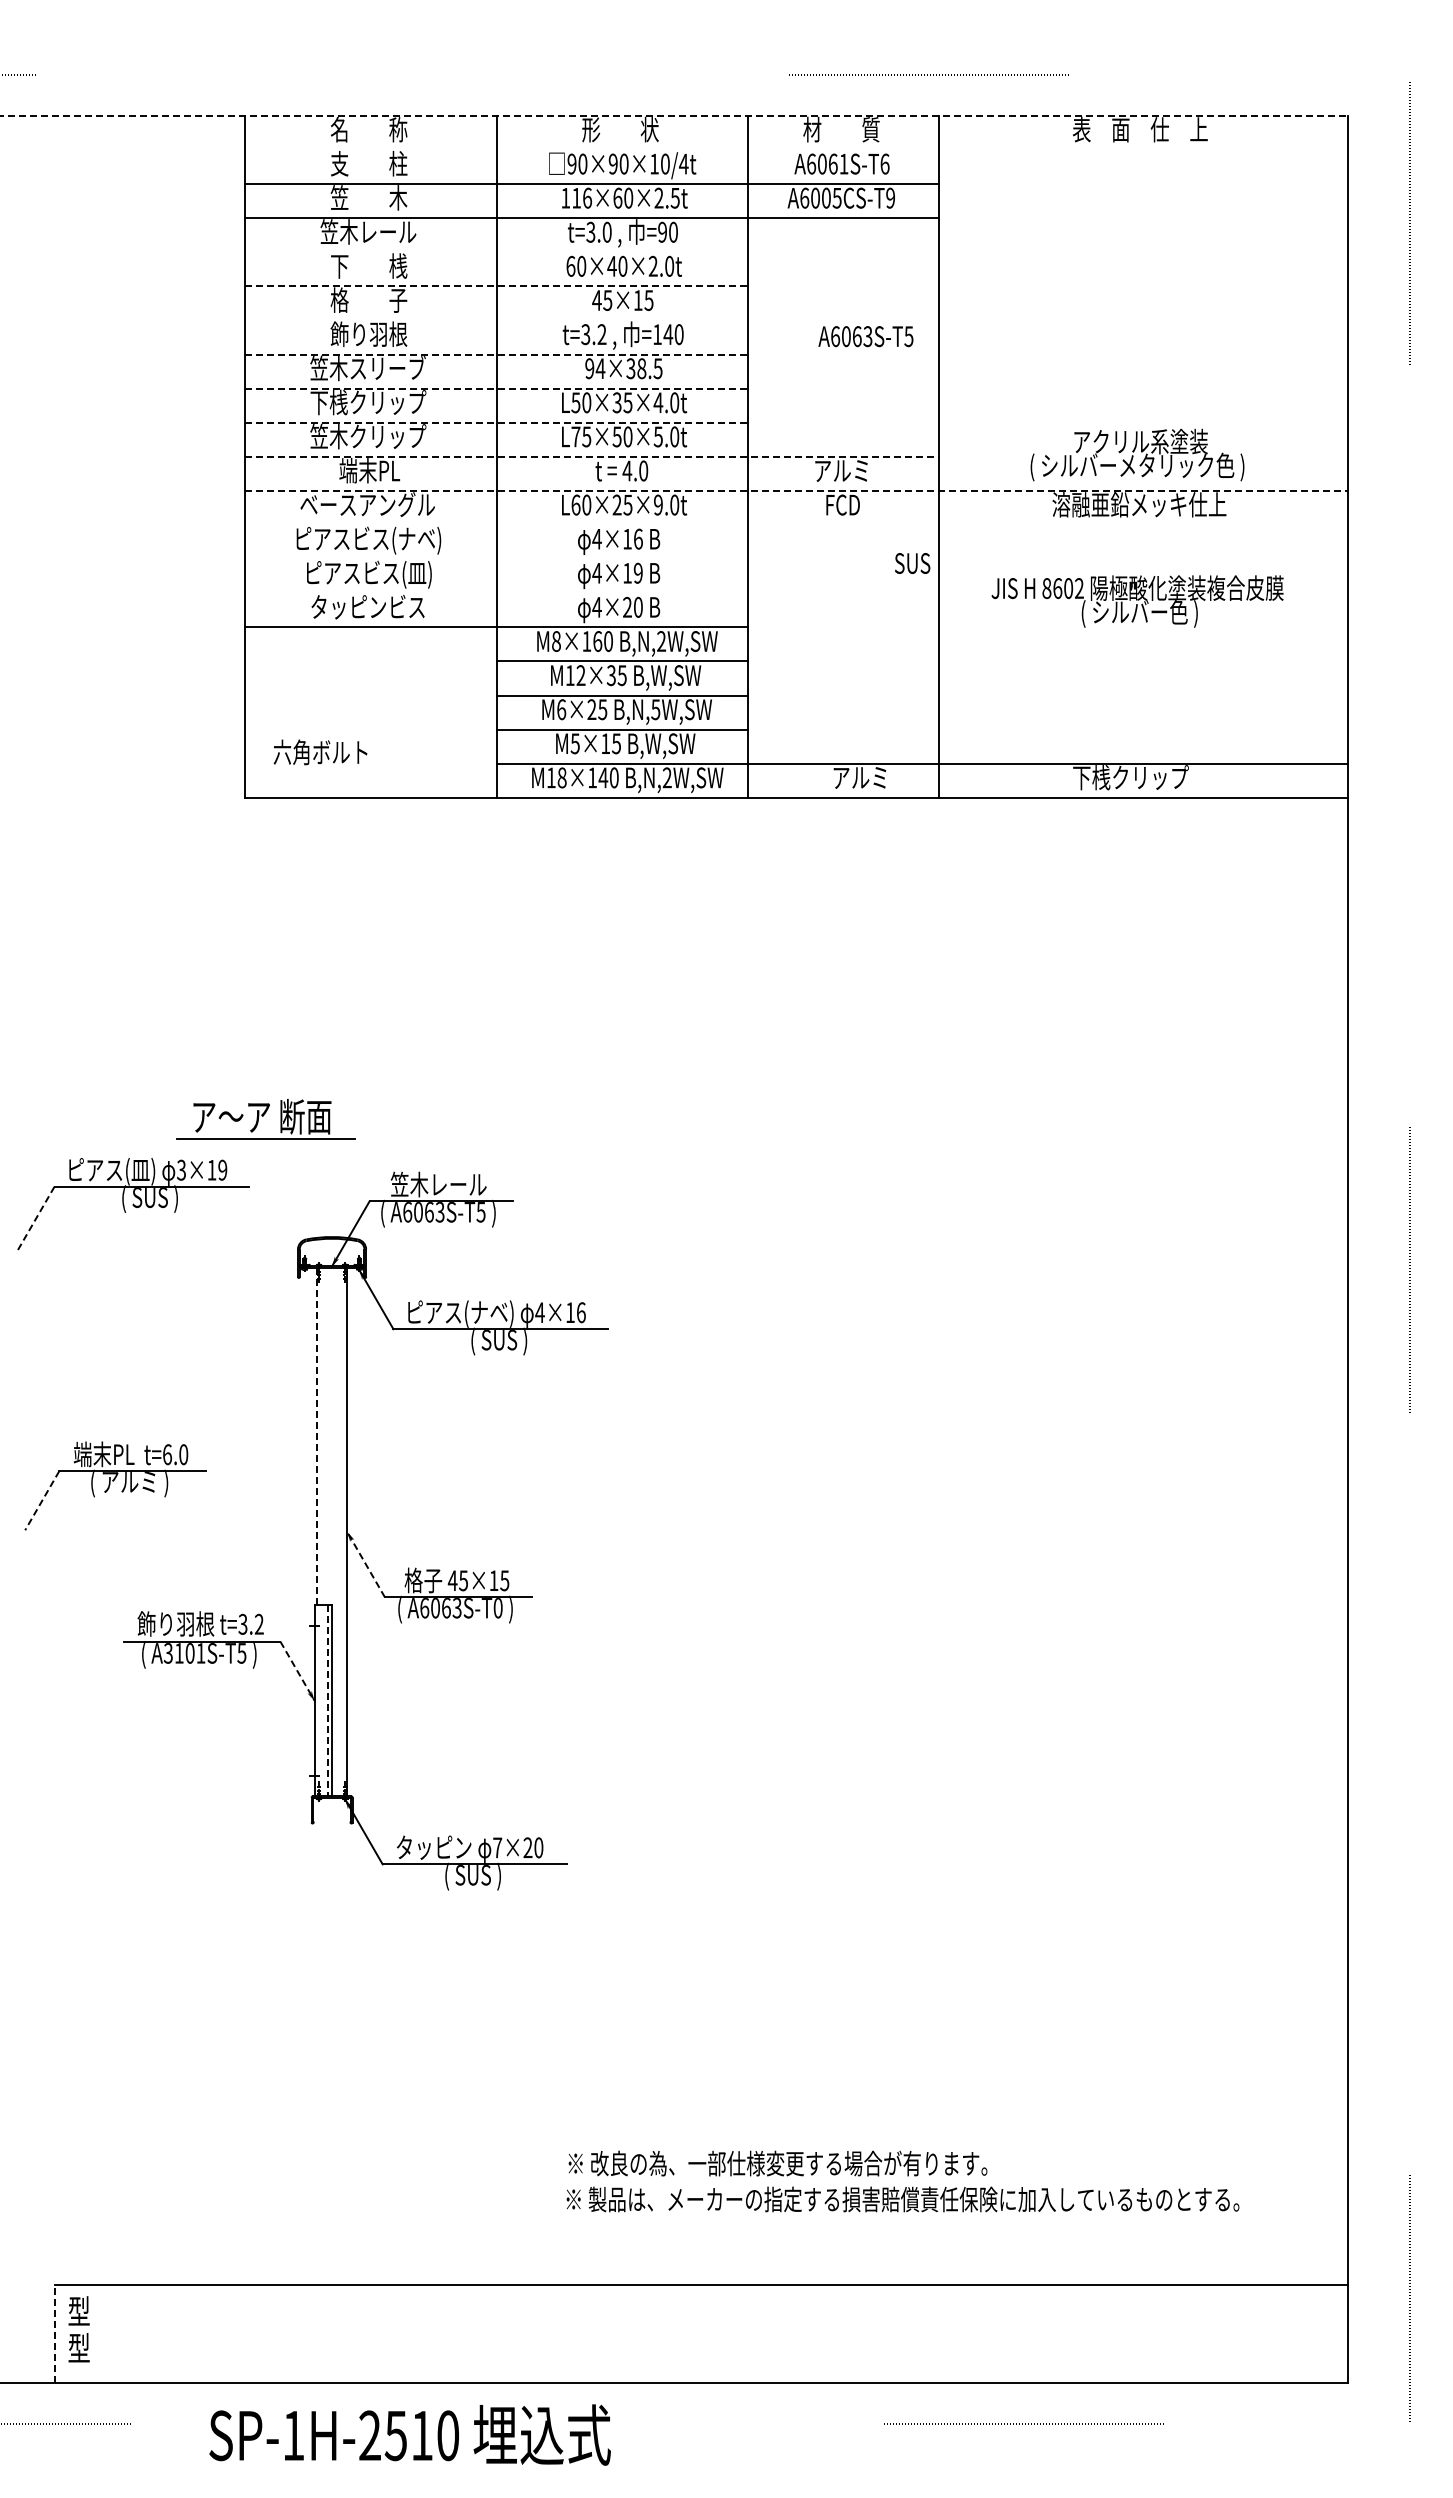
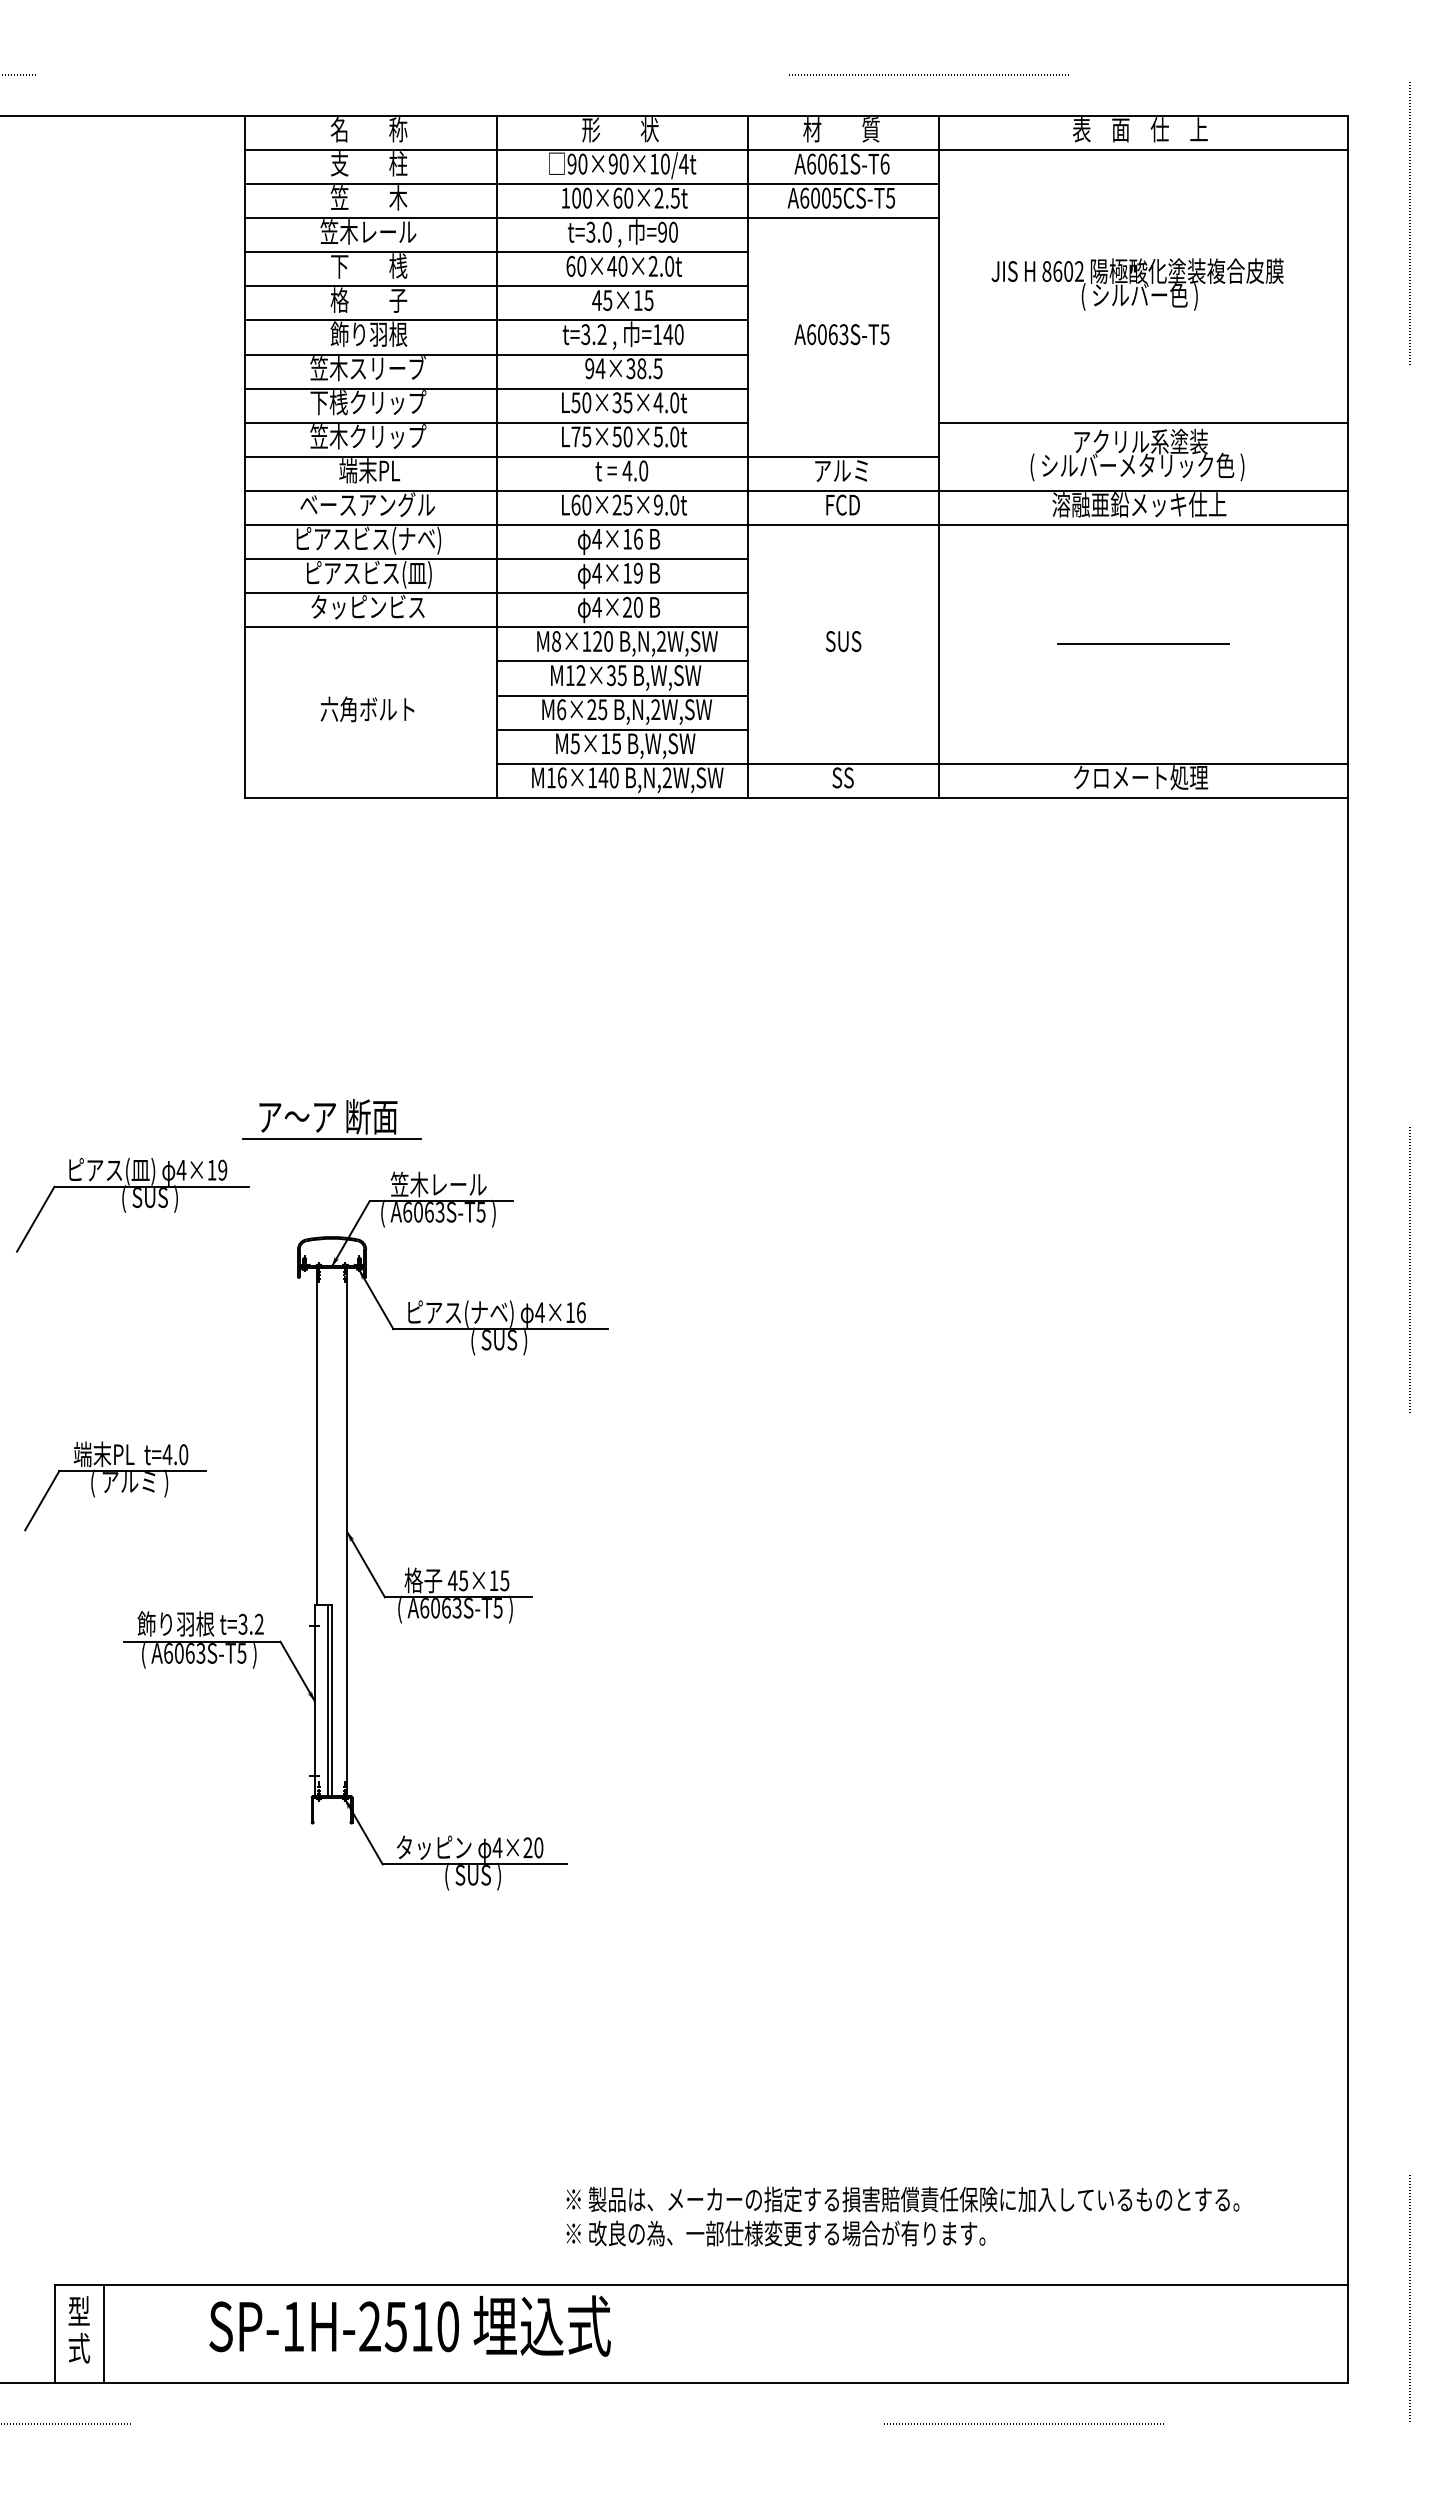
line at (674, 115): dashed -> solid
line at (796, 149): none -> present
text at (582, 197): 116×60×2.5t -> 100×60×2.5t
text at (890, 197): A6005CS-T9 -> A6005CS-T5
line at (496, 252): none -> present
line at (497, 286): dashed -> solid
line at (496, 320): none -> present
text at (865, 336) position: (865, 336) -> (841, 334)
line at (497, 354): dashed -> solid
line at (497, 388): dashed -> solid
line at (497, 422): dashed -> solid
line at (1143, 422): none -> present
line at (592, 456): dashed -> solid
line at (796, 490): dashed -> solid
line at (796, 525): none -> present
line at (496, 559): none -> present
text at (912, 563) position: (912, 563) -> (843, 641)
line at (496, 593): none -> present
text at (1137, 601) position: (1137, 601) -> (1137, 284)
text at (597, 641): M8×160 -> M8×120
line at (1143, 644): none -> present
text at (655, 709): B,N,5W,SW -> B,N,2W,SW
text at (320, 752) position: (320, 752) -> (367, 709)
text at (561, 777): M18×140 -> M16×140
text at (859, 777): アルミ -> SS
text at (1140, 777): 下桟クリップ -> クロメート処理
part at (265, 1119) position: (265, 1119) -> (331, 1119)
text at (181, 1169): 3×19 -> 4×19
line at (35, 1219): dashed -> solid
line at (316, 1437): dashed -> solid
text at (167, 1454): t=6.0 -> t=4.0
line at (42, 1501): dashed -> solid
line at (366, 1564): dashed -> solid
text at (497, 1608): A6063S-T0 -> A6063S-T5
text at (184, 1653): A3101S-T5 -> A6063S-T5
line at (297, 1671): dashed -> solid
line at (327, 1701): dashed -> solid
text at (497, 1847): 7×20 -> 4×20
text at (777, 2163) position: (777, 2163) -> (775, 2233)
line at (55, 2333): dashed -> solid
line at (104, 2333): none -> present
text at (79, 2348): 型 -> 式
text at (409, 2434) position: (409, 2434) -> (409, 2325)
